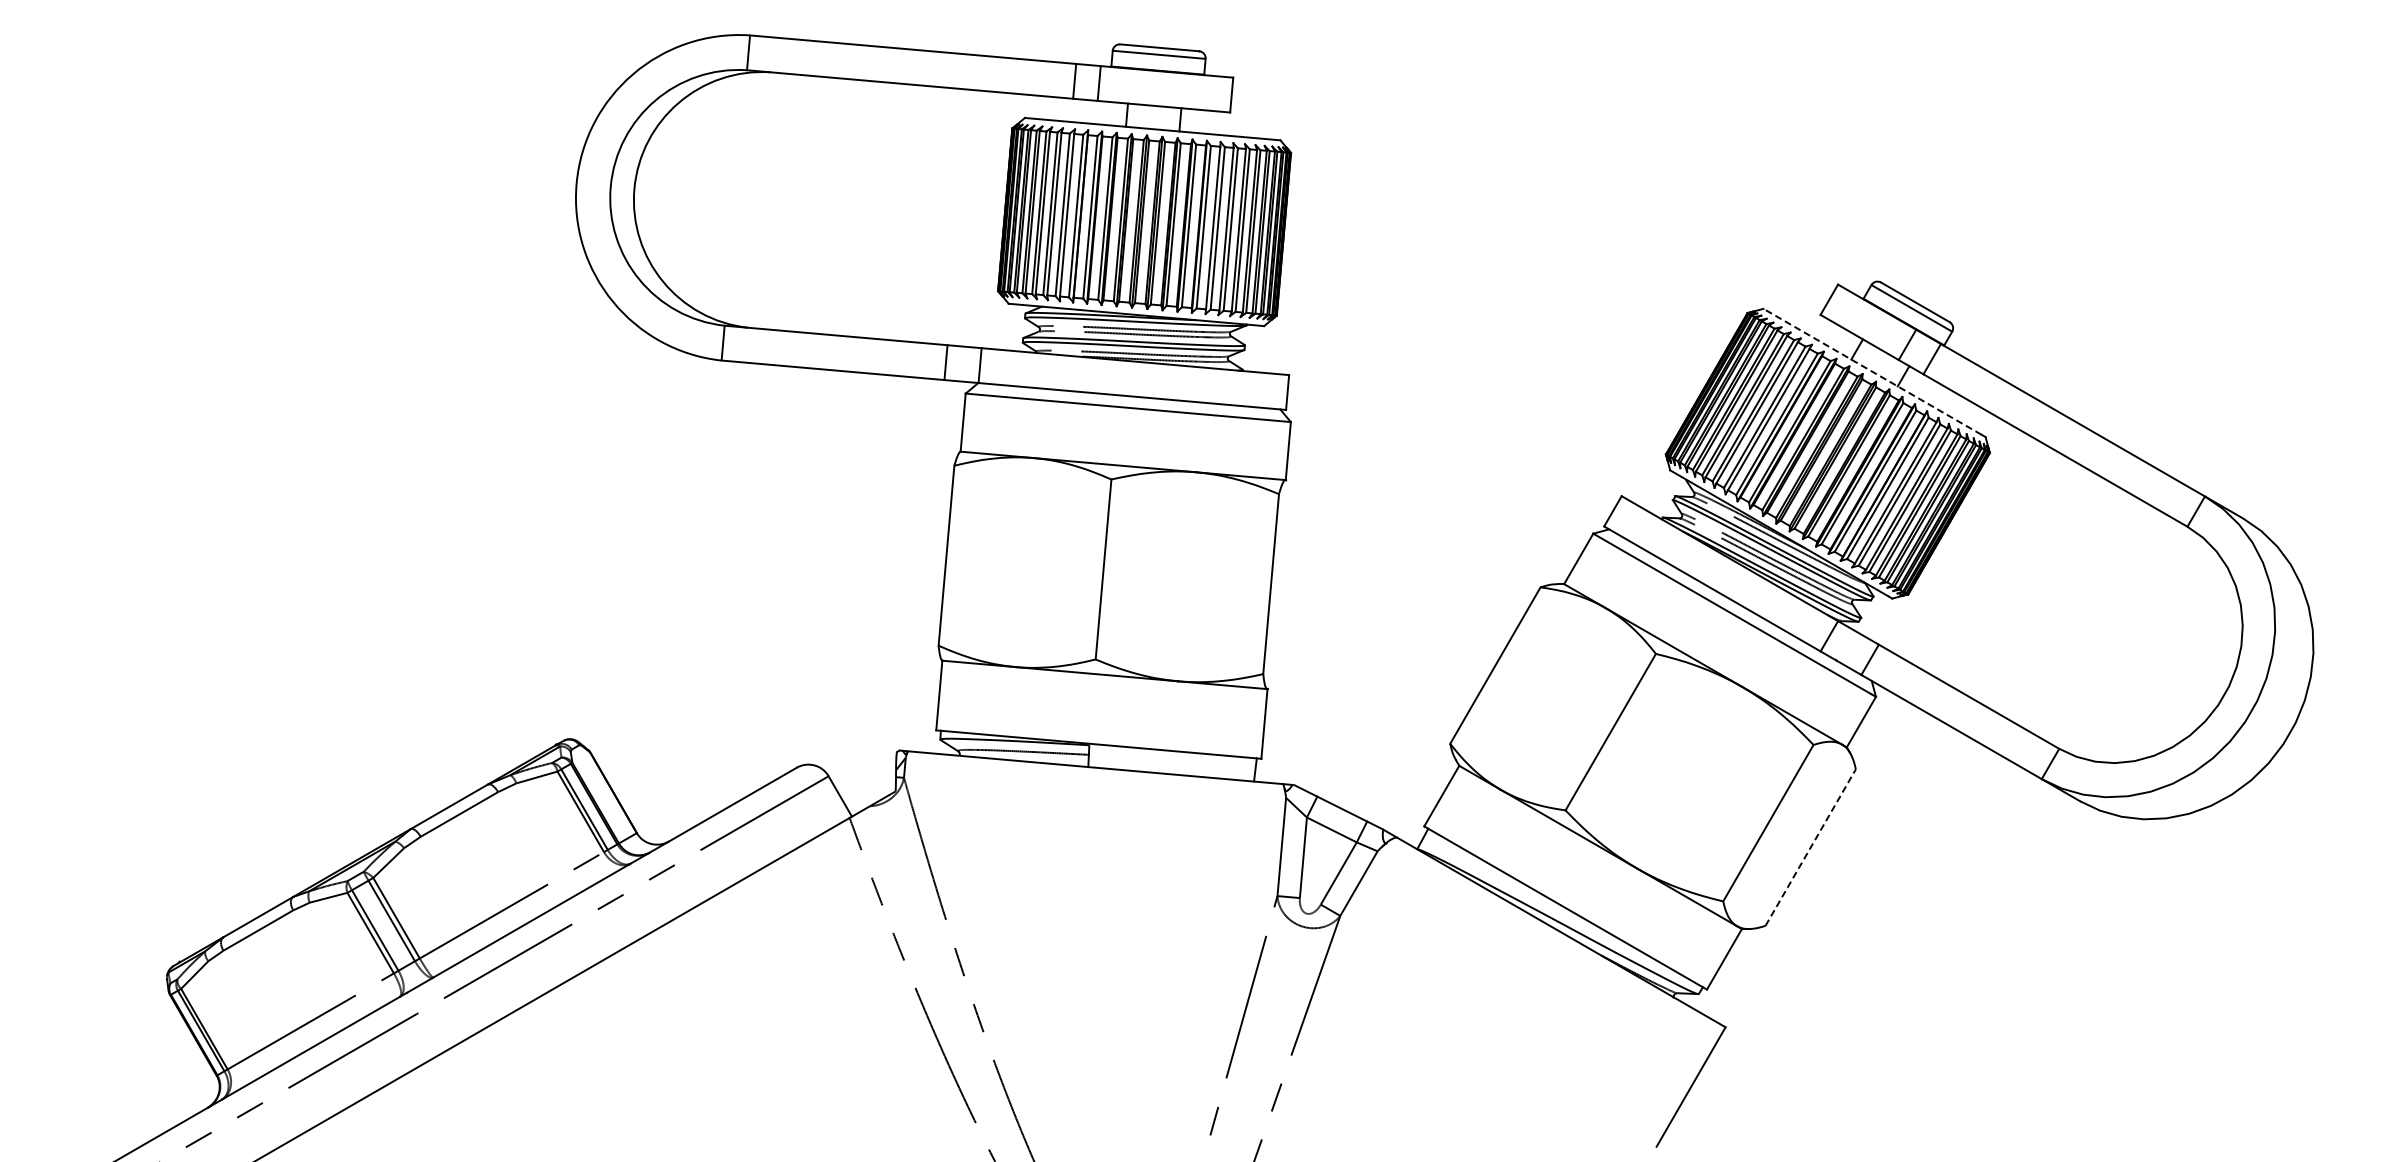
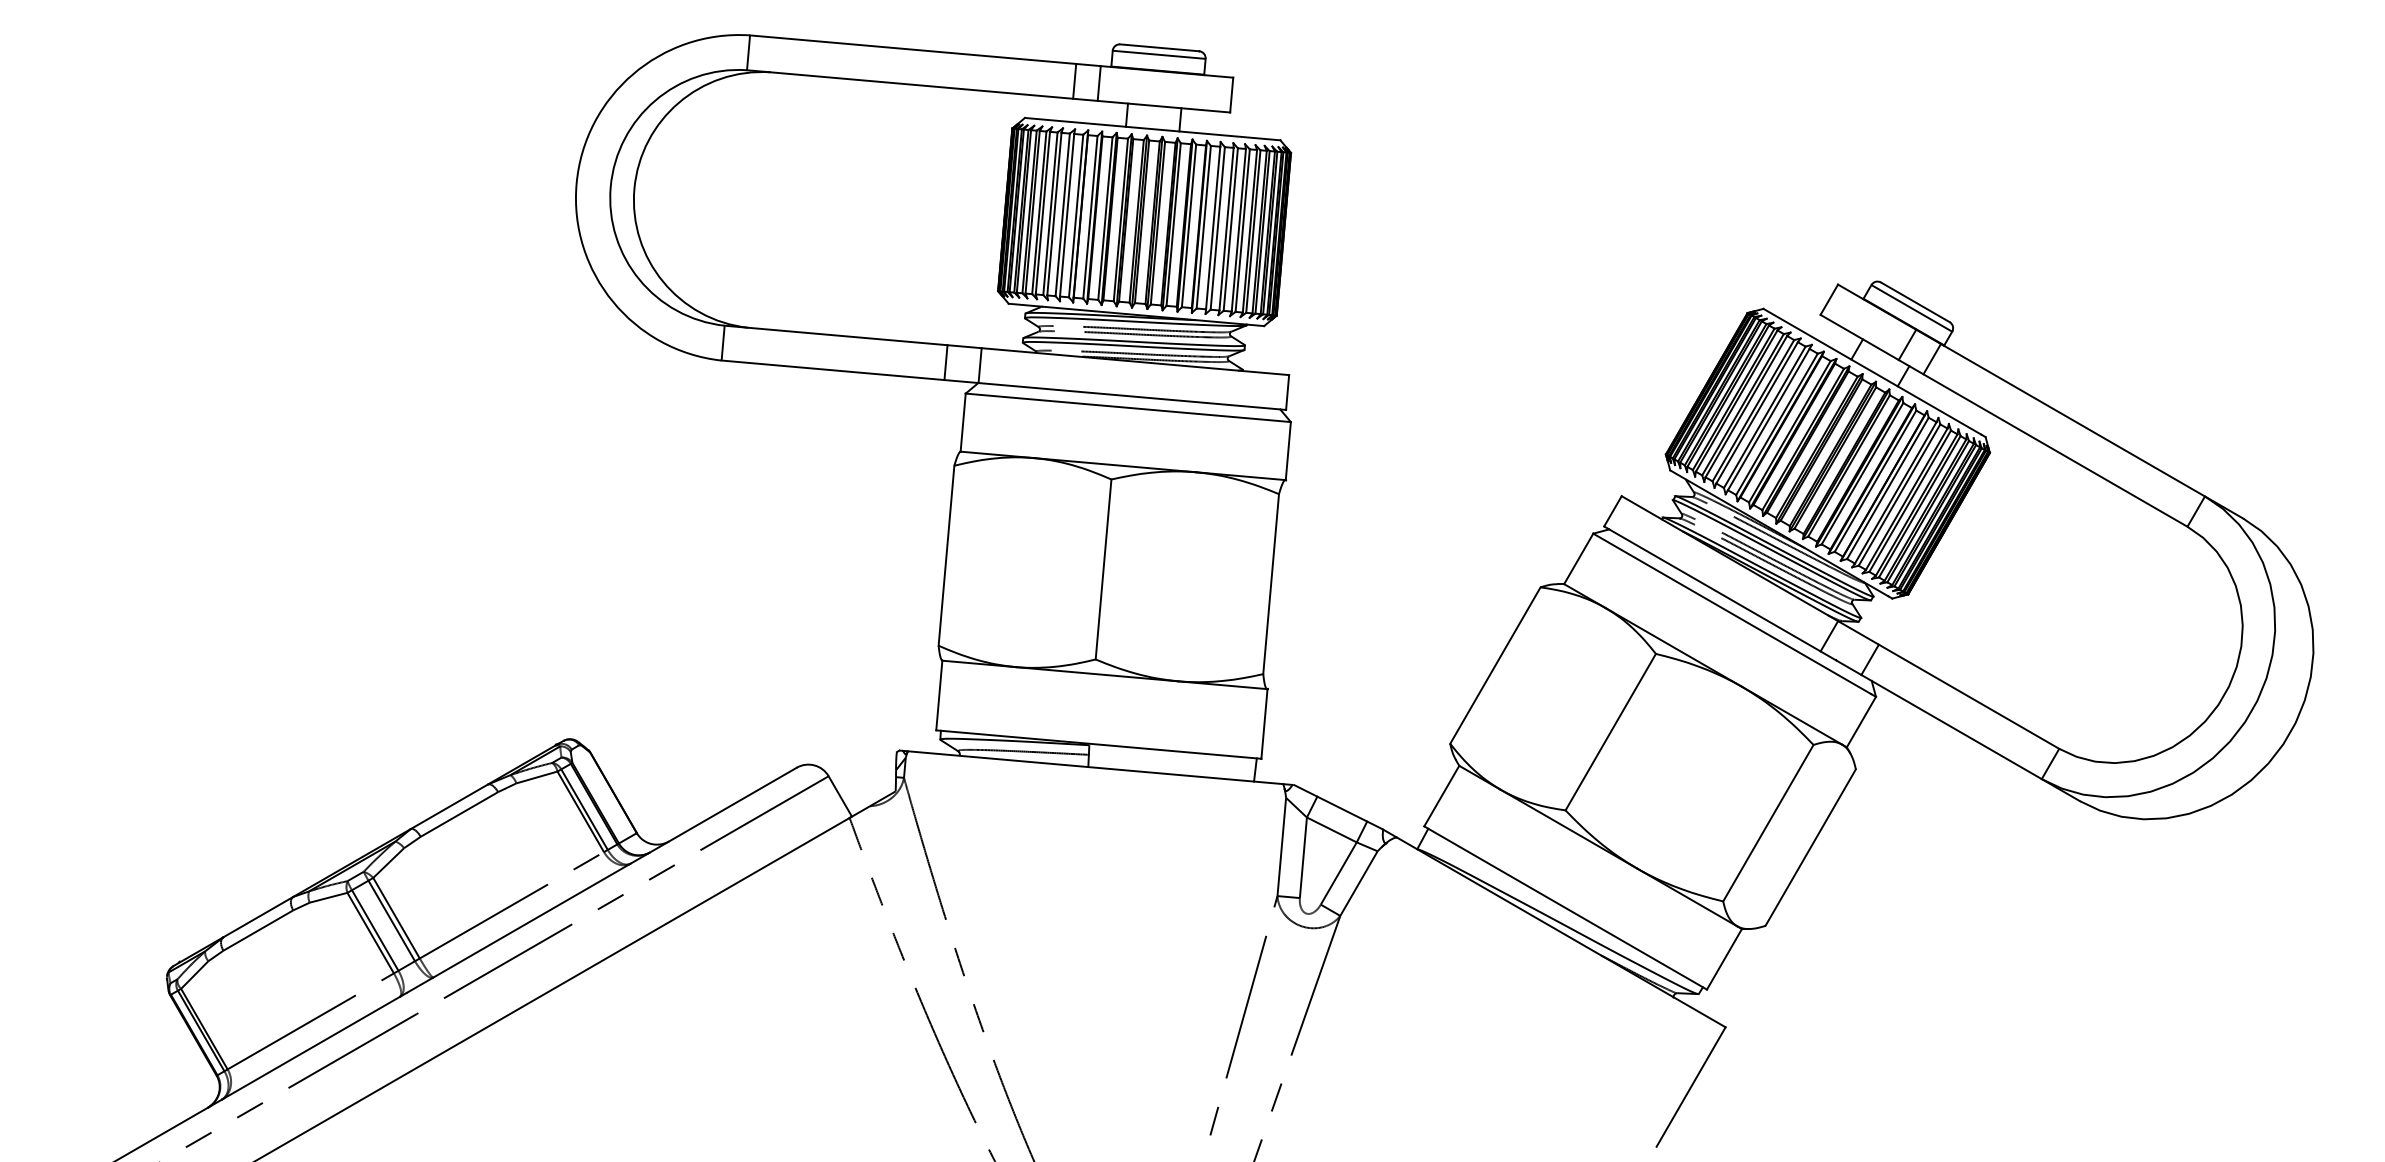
line at (1872, 371): dashed -> solid
line at (1810, 847): dashed -> solid
